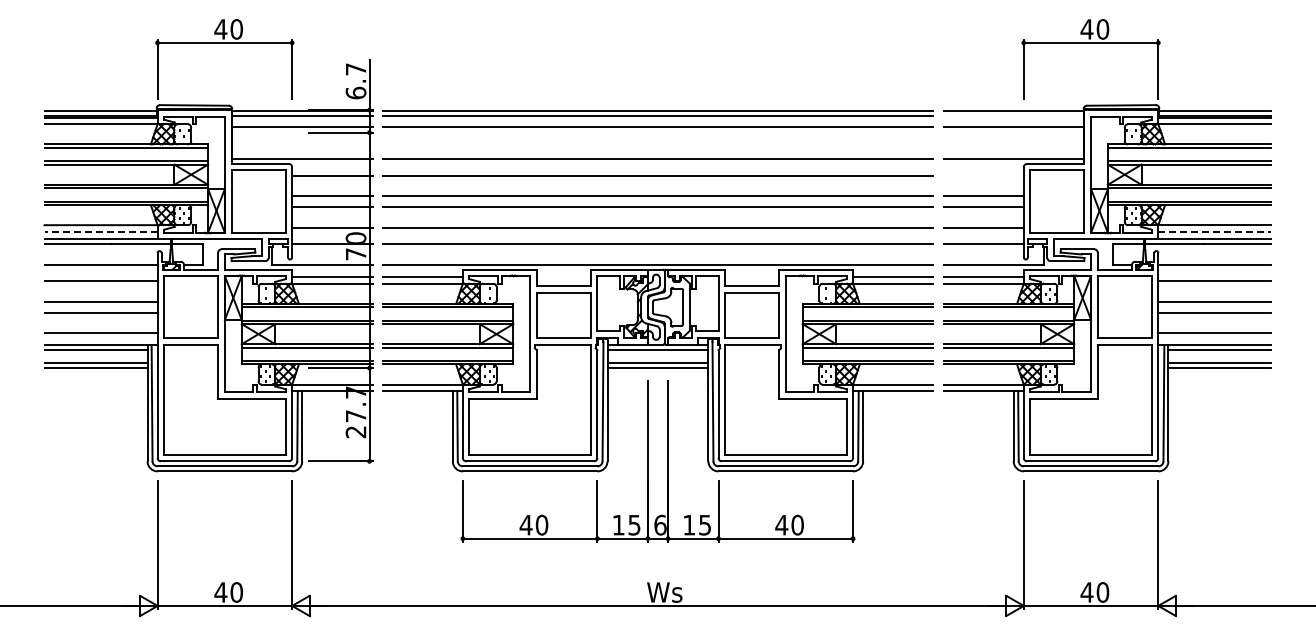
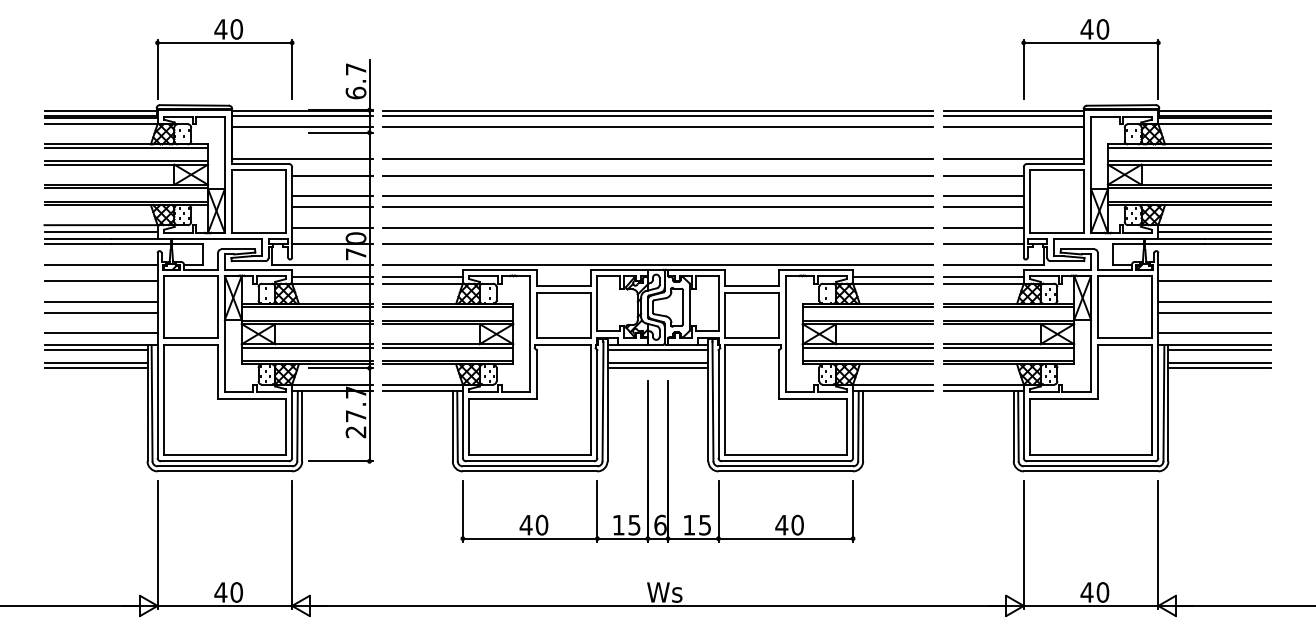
line at (1013, 115): none -> present
line at (983, 175): none -> present
line at (101, 231): dashed -> solid
line at (1214, 231): dashed -> solid
